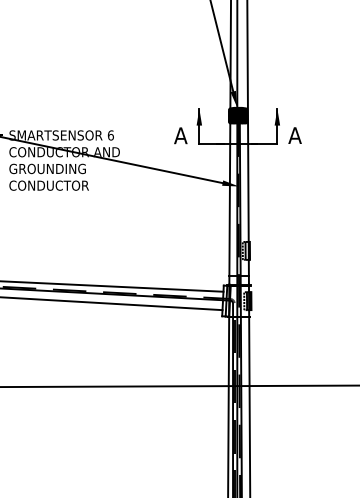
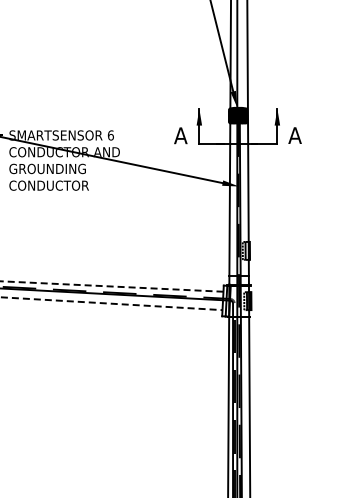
line at (111, 286): solid -> dashed
line at (111, 303): solid -> dashed
line at (179, 386): present -> none
